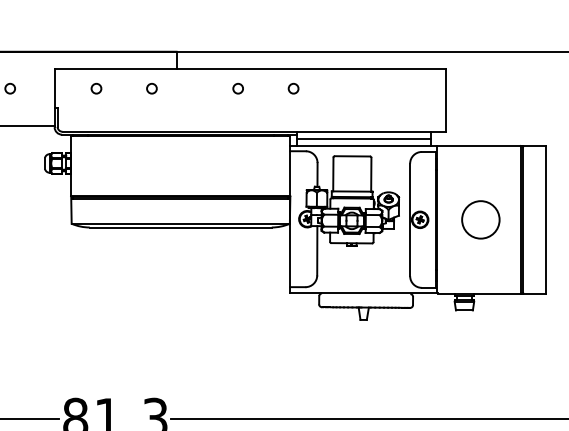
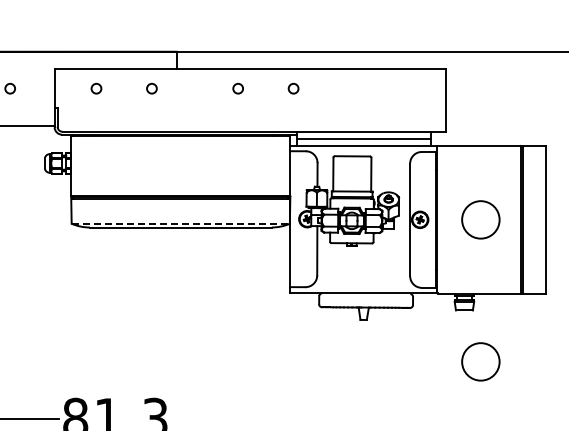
line at (181, 223): solid -> dashed
circle at (480, 361): none -> present
line at (367, 419): present -> none
